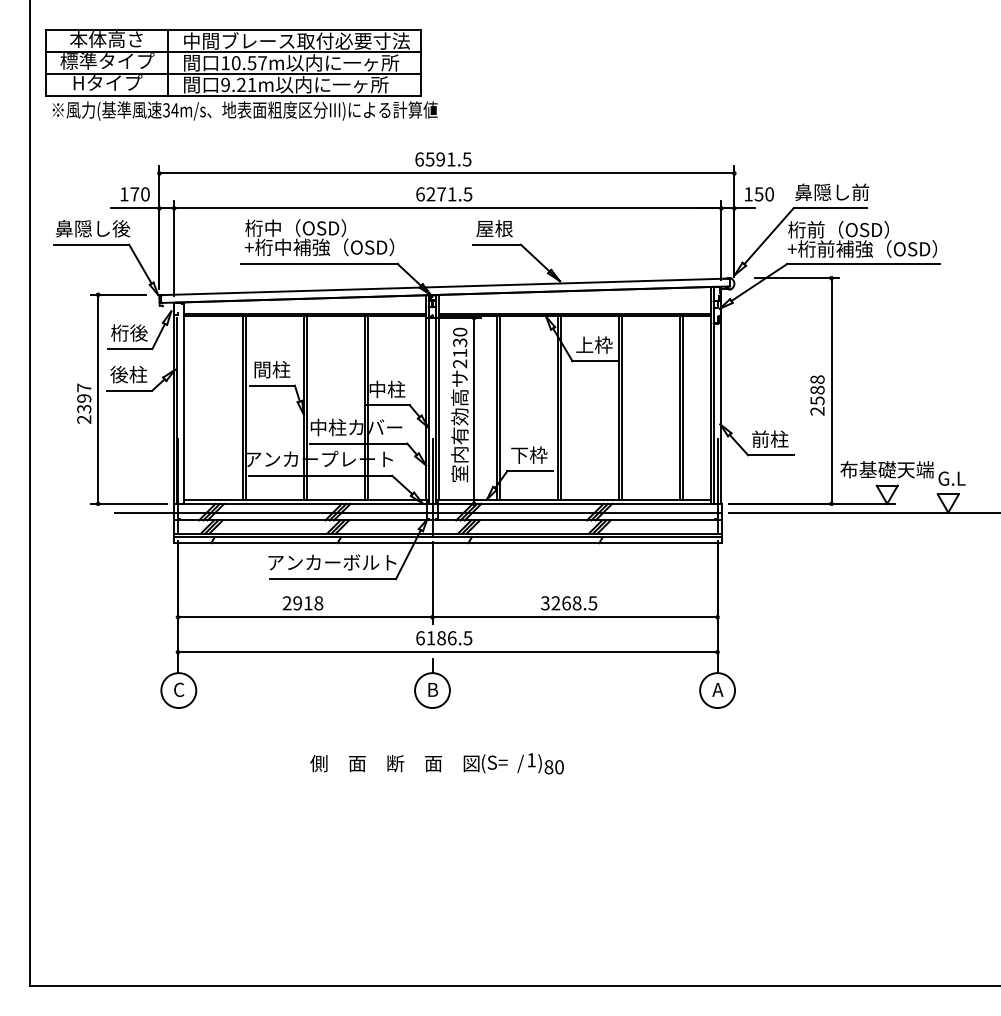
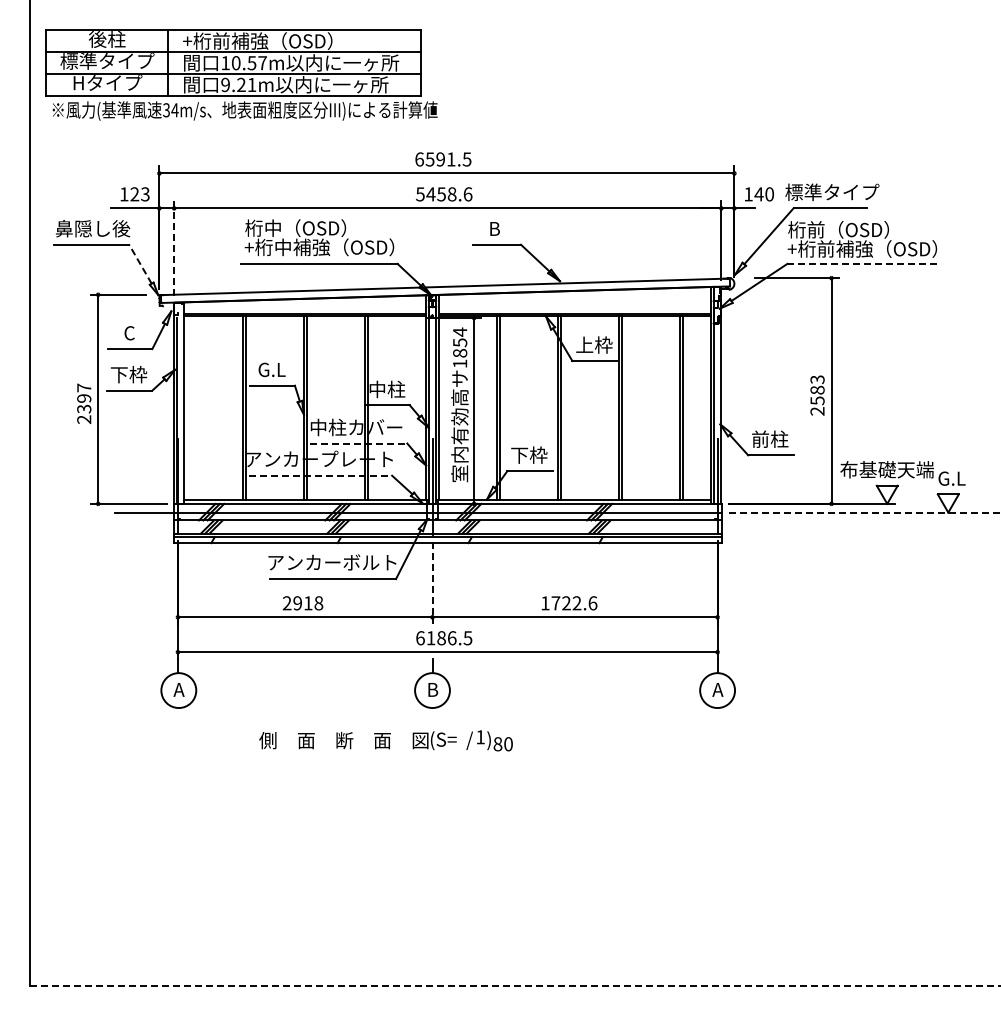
text at (106, 39): 本体高さ -> 後柱
text at (296, 40): 中間ブレース取付必要寸法 -> +桁前補強（OSD）
text at (832, 191): 鼻隠し前 -> 標準タイプ
text at (139, 194): 170 -> 123
text at (444, 194): 6271.5 -> 5458.6
text at (758, 194): 150 -> 140
text at (494, 228): 屋根 -> B
line at (174, 248): solid -> dashed
line at (863, 263): solid -> dashed
line at (140, 264): solid -> dashed
text at (129, 332): 桁後 -> C
text at (460, 347): 2130 -> 1854
text at (272, 369): 間柱 -> G.L
text at (128, 374): 後柱 -> 下枠
text at (817, 379): 2588 -> 2583
line at (358, 443): solid -> dashed
line at (320, 475): solid -> dashed
line at (865, 512): solid -> dashed
line at (432, 583): solid -> dashed
text at (569, 603): 3268.5 -> 1722.6
text at (178, 689): C -> A
text at (436, 763) position: (436, 763) -> (385, 740)
line at (515, 985): solid -> dashed
